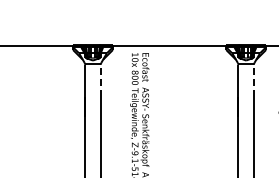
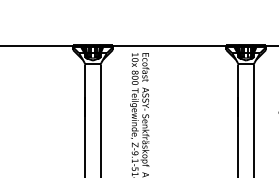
line at (100, 80): dashed -> solid
line at (253, 80): dashed -> solid
